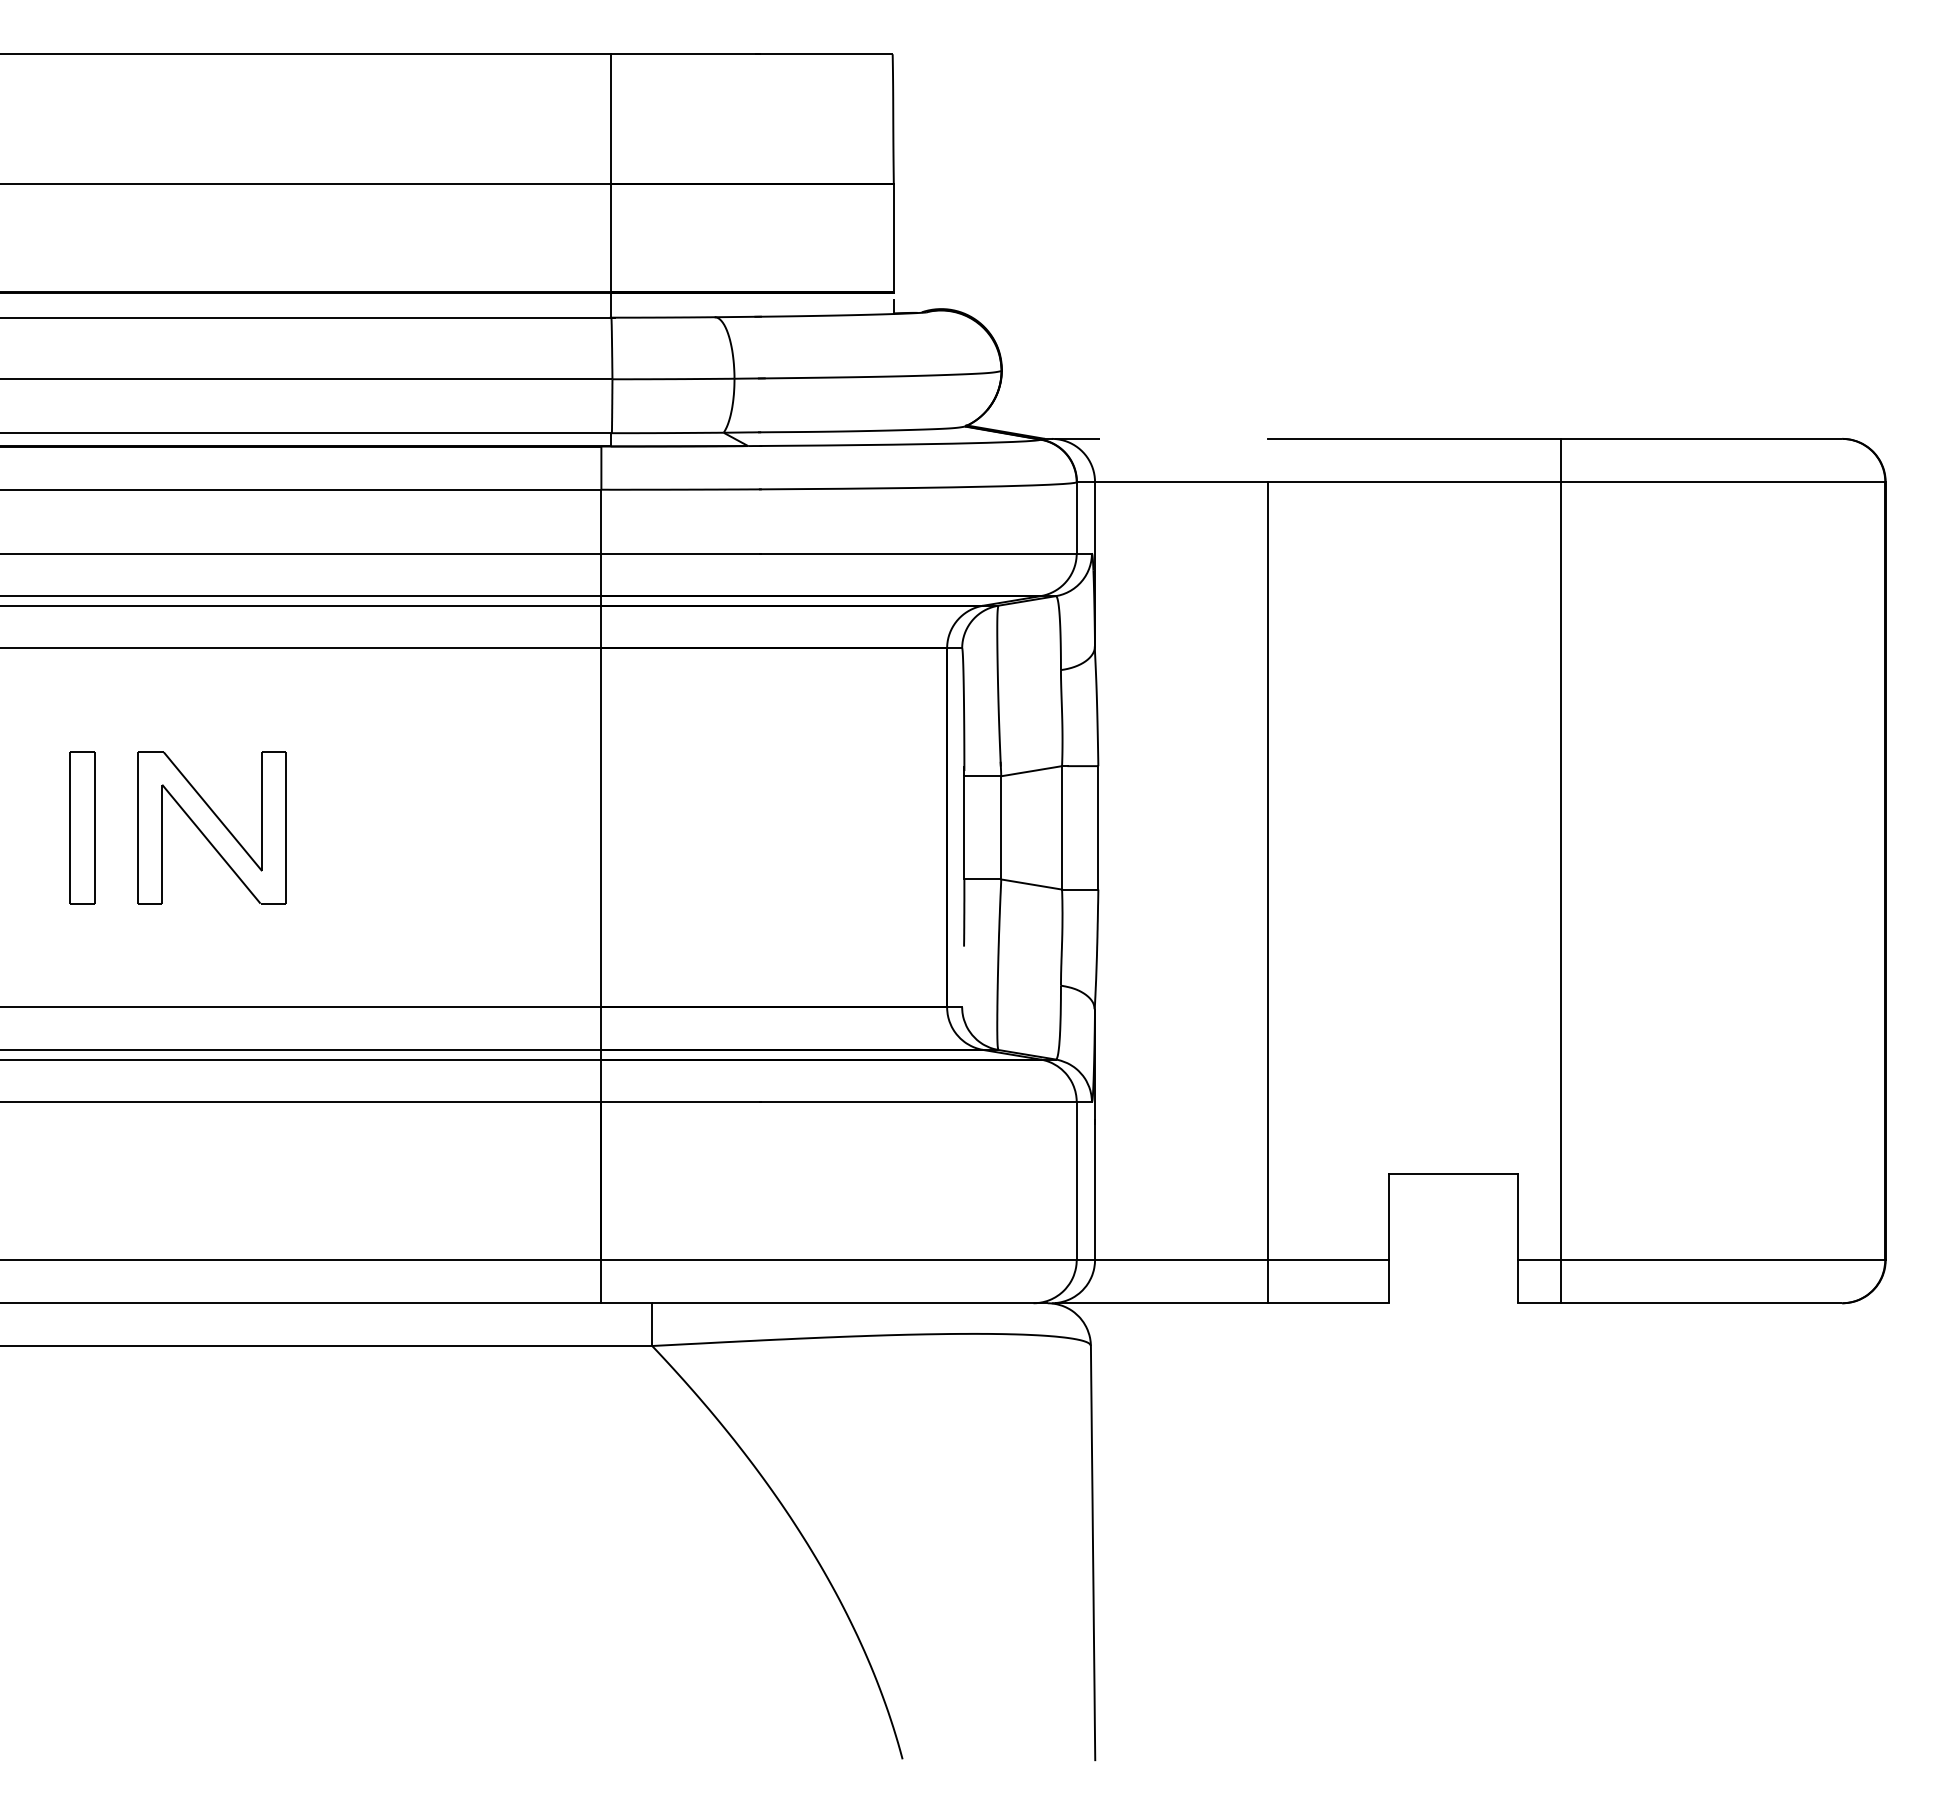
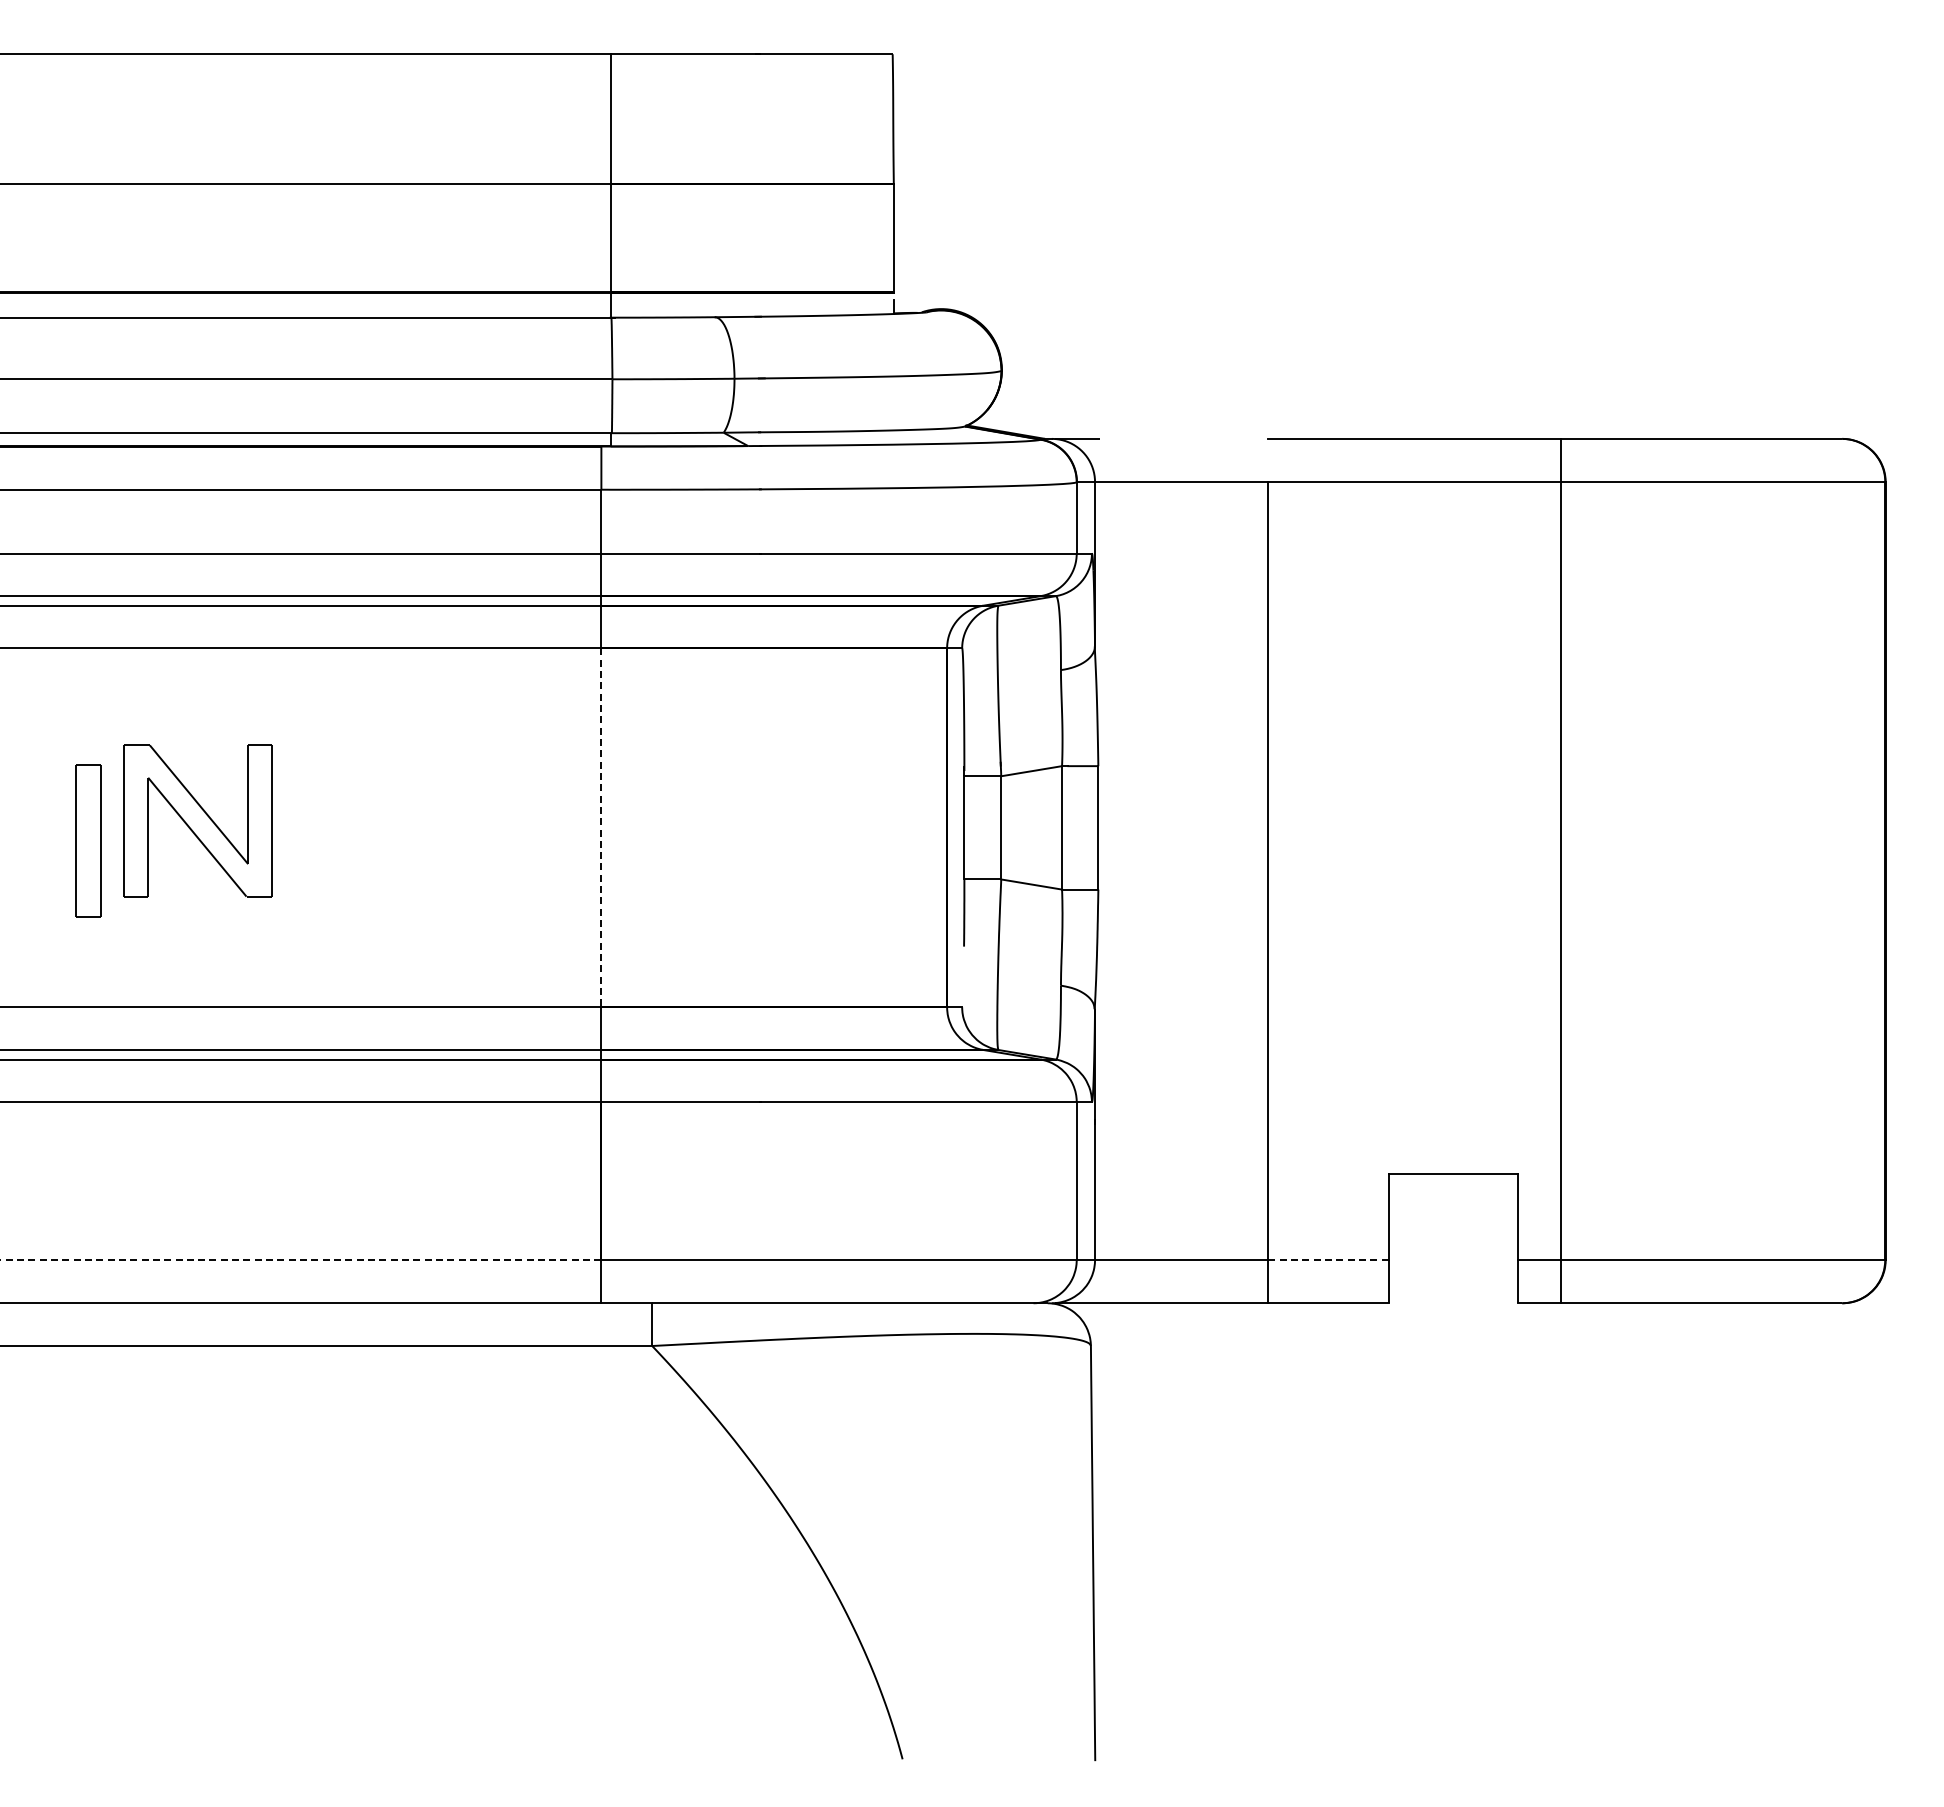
part at (82, 827) position: (82, 827) -> (88, 840)
part at (211, 827) position: (211, 827) -> (197, 820)
line at (601, 828): solid -> dashed
line at (300, 1260): solid -> dashed
line at (1327, 1260): solid -> dashed
